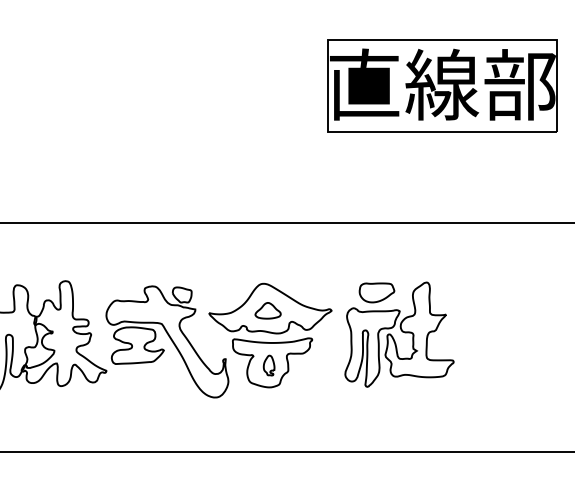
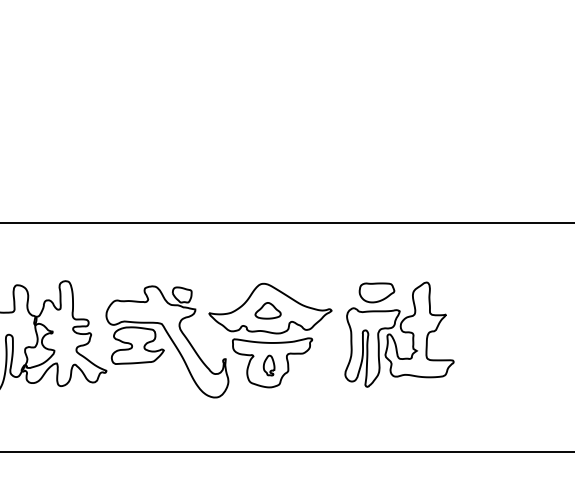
part at (442, 85): present -> none
